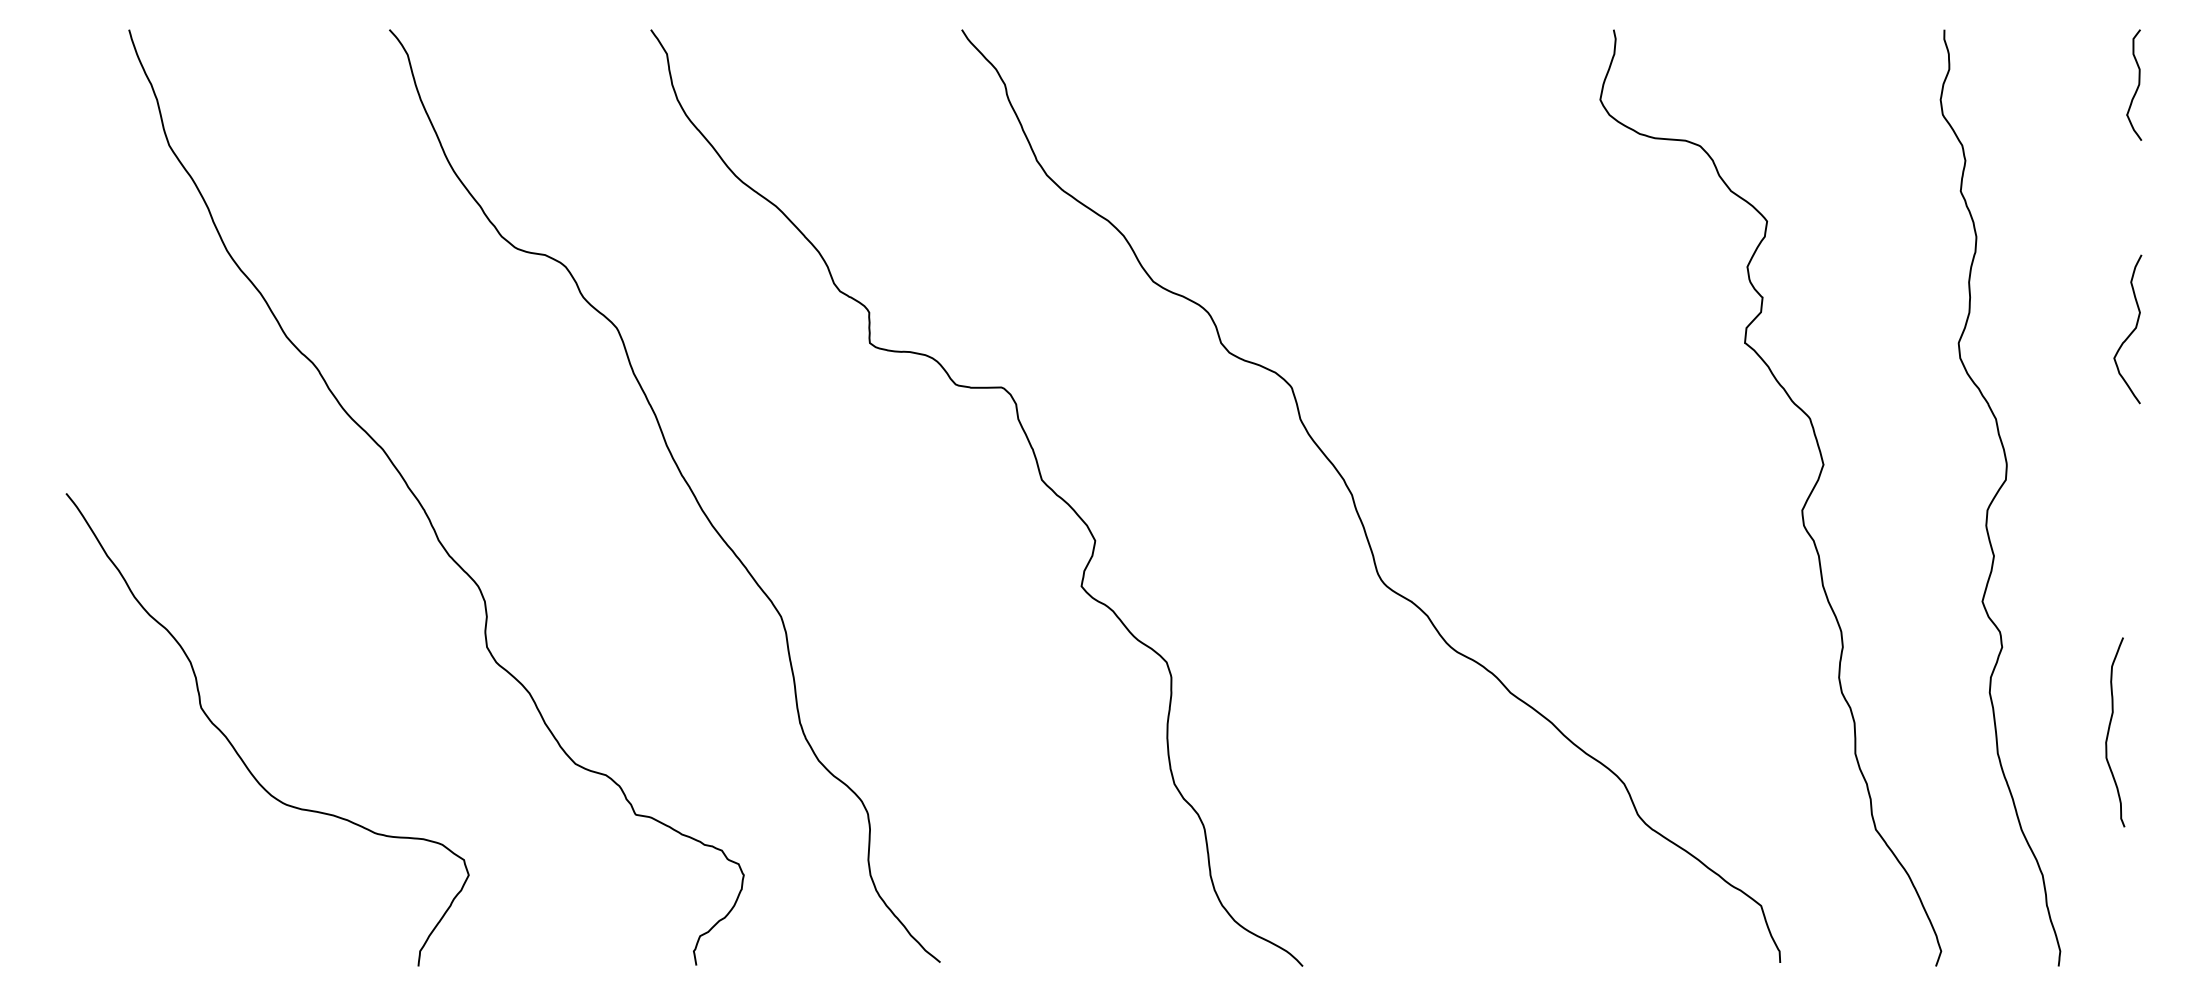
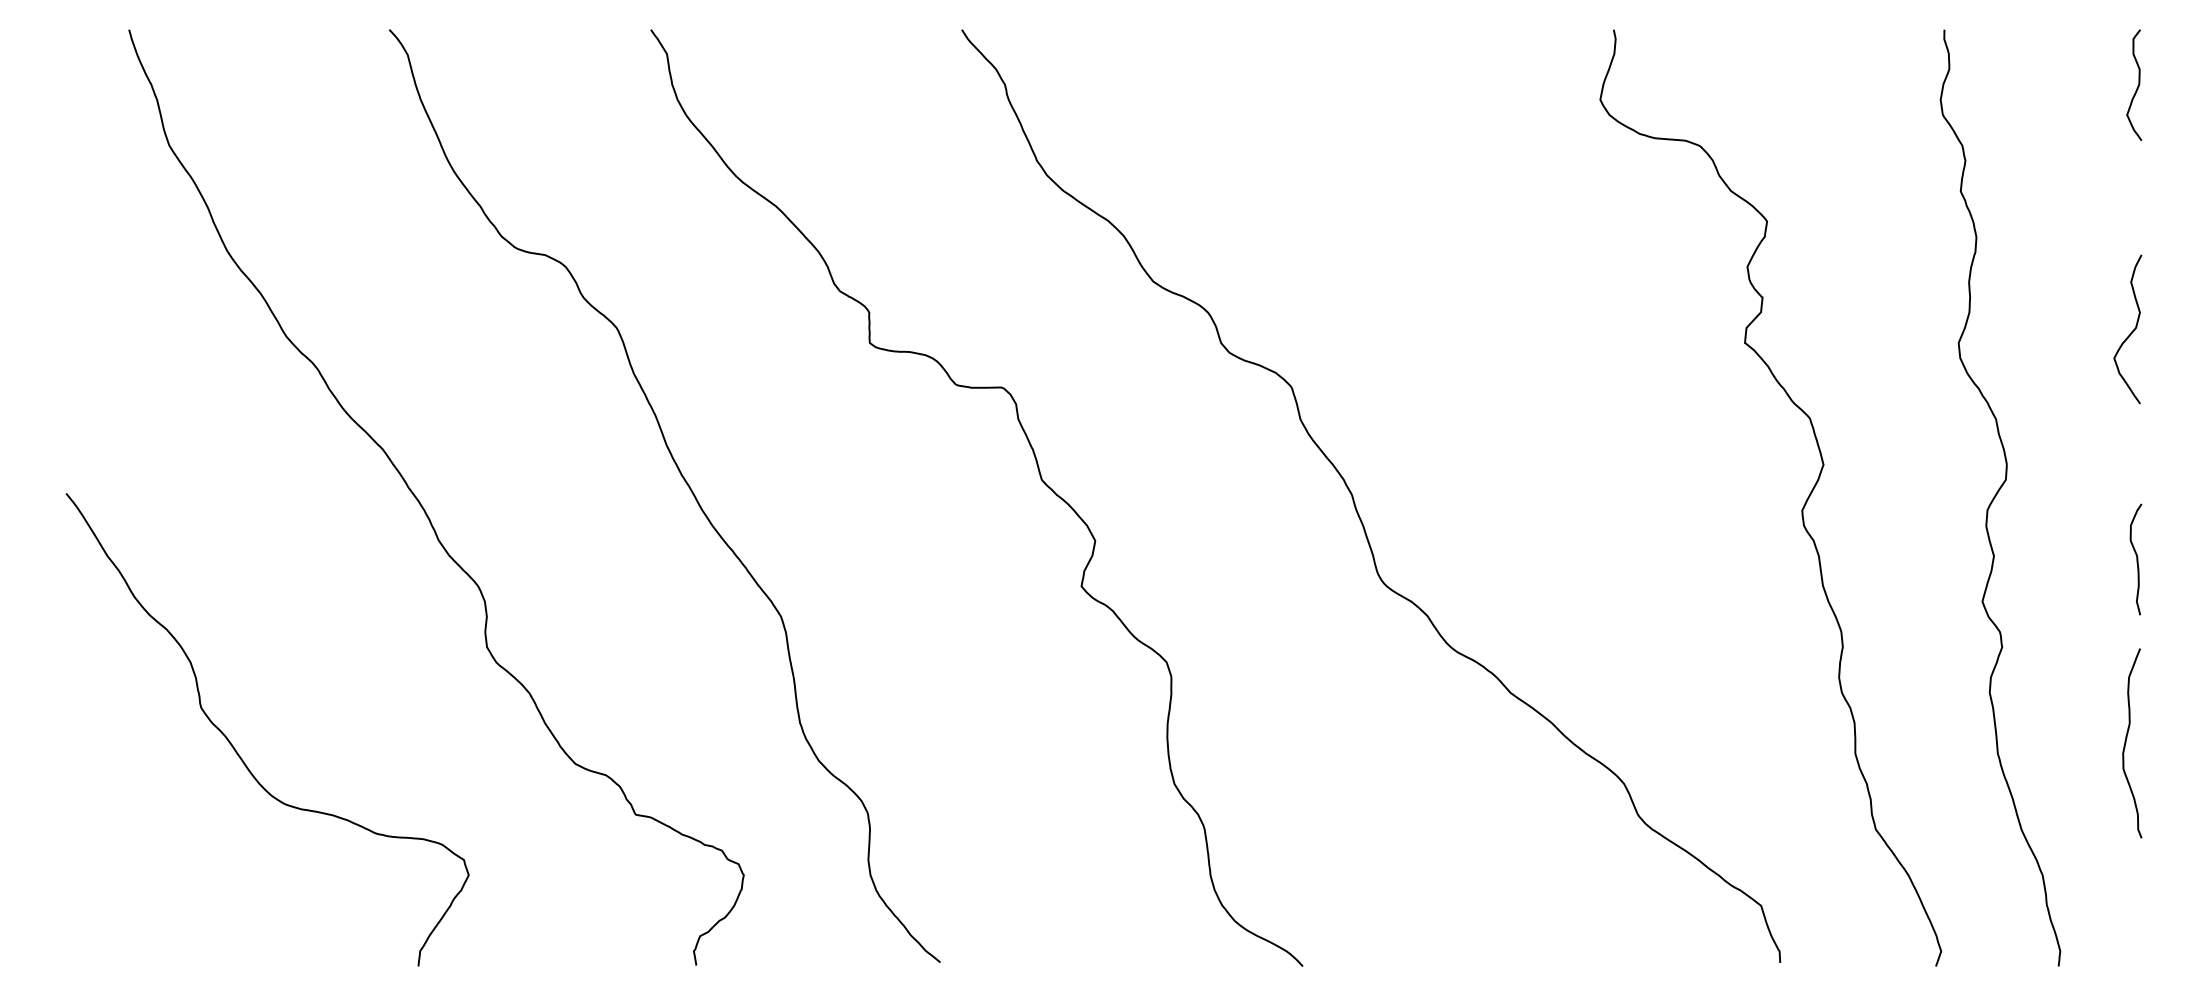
curve at (2136, 559): none -> present
curve at (2109, 732) position: (2109, 732) -> (2126, 743)
